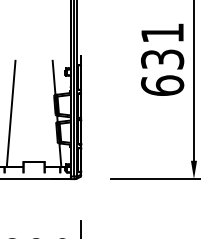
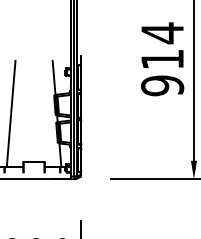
text at (162, 59): 631 -> 914
